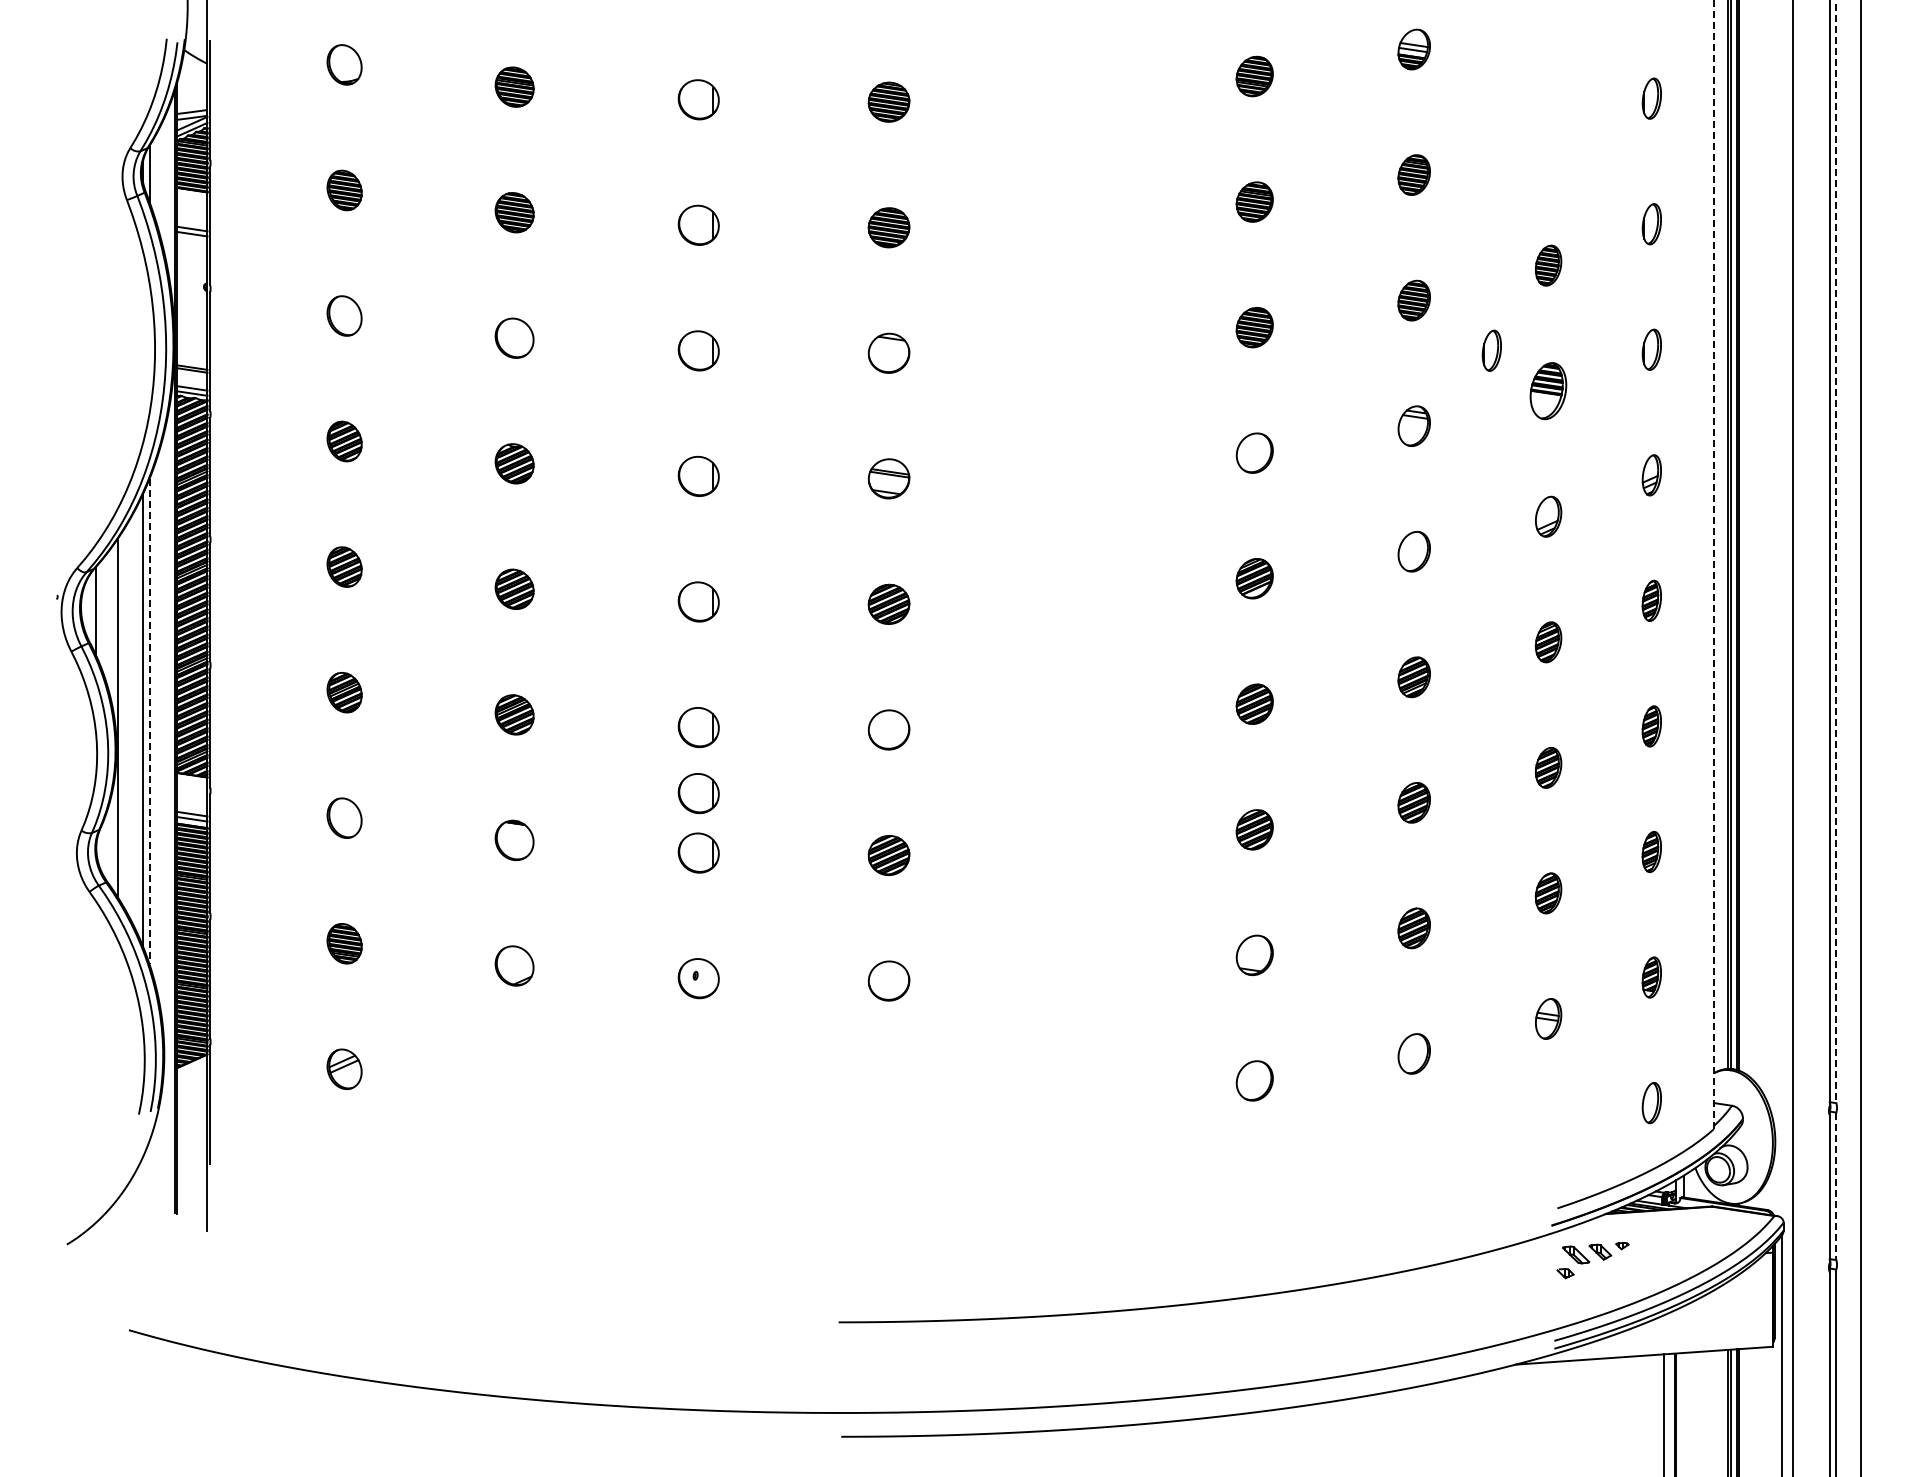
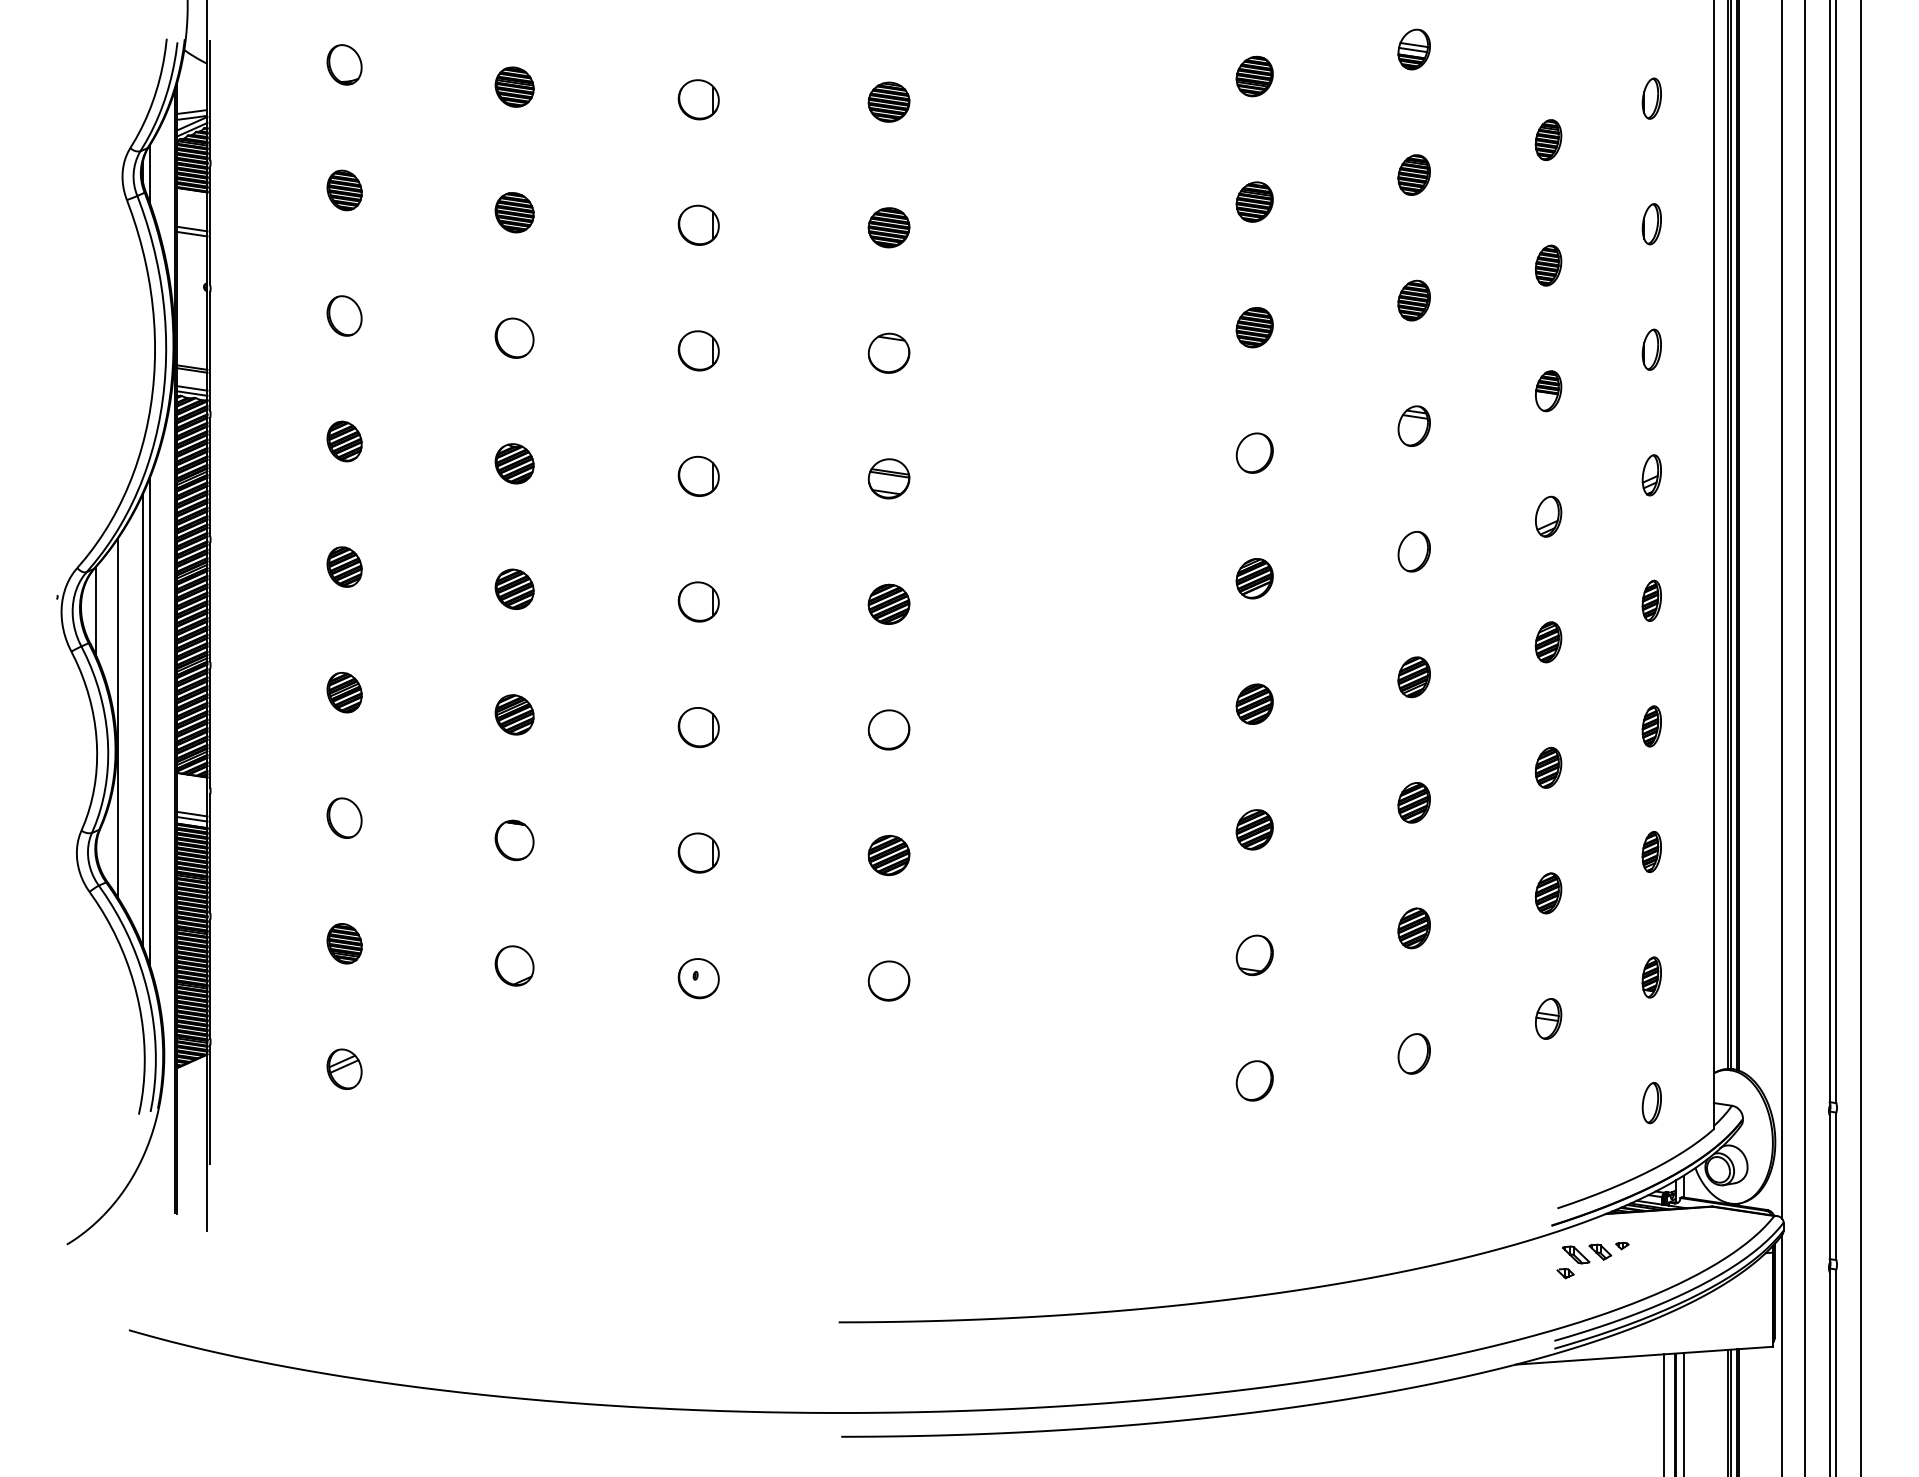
part at (1548, 140): none -> present
part at (1491, 350): present -> none
part at (1548, 391) size: 39x59 px -> 28x43 px
line at (1836, 552): dashed -> solid
line at (1713, 564): dashed -> solid
line at (1782, 610): none -> present
line at (149, 721): dashed -> solid
line at (1792, 737) position: (1792, 737) -> (1804, 737)
part at (698, 793): present -> none
line at (1836, 1186): dashed -> solid
line at (1683, 1412): none -> present
